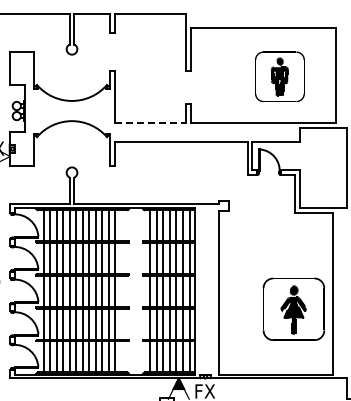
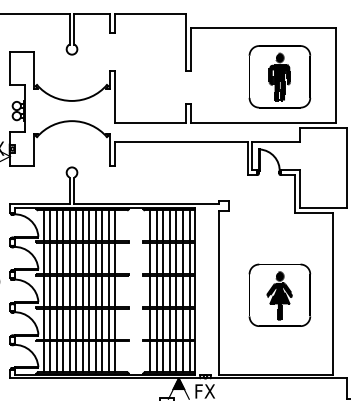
part at (279, 76) size: 50x52 px -> 64x64 px
line at (150, 122): dashed -> solid
part at (293, 308) position: (293, 308) -> (279, 294)
